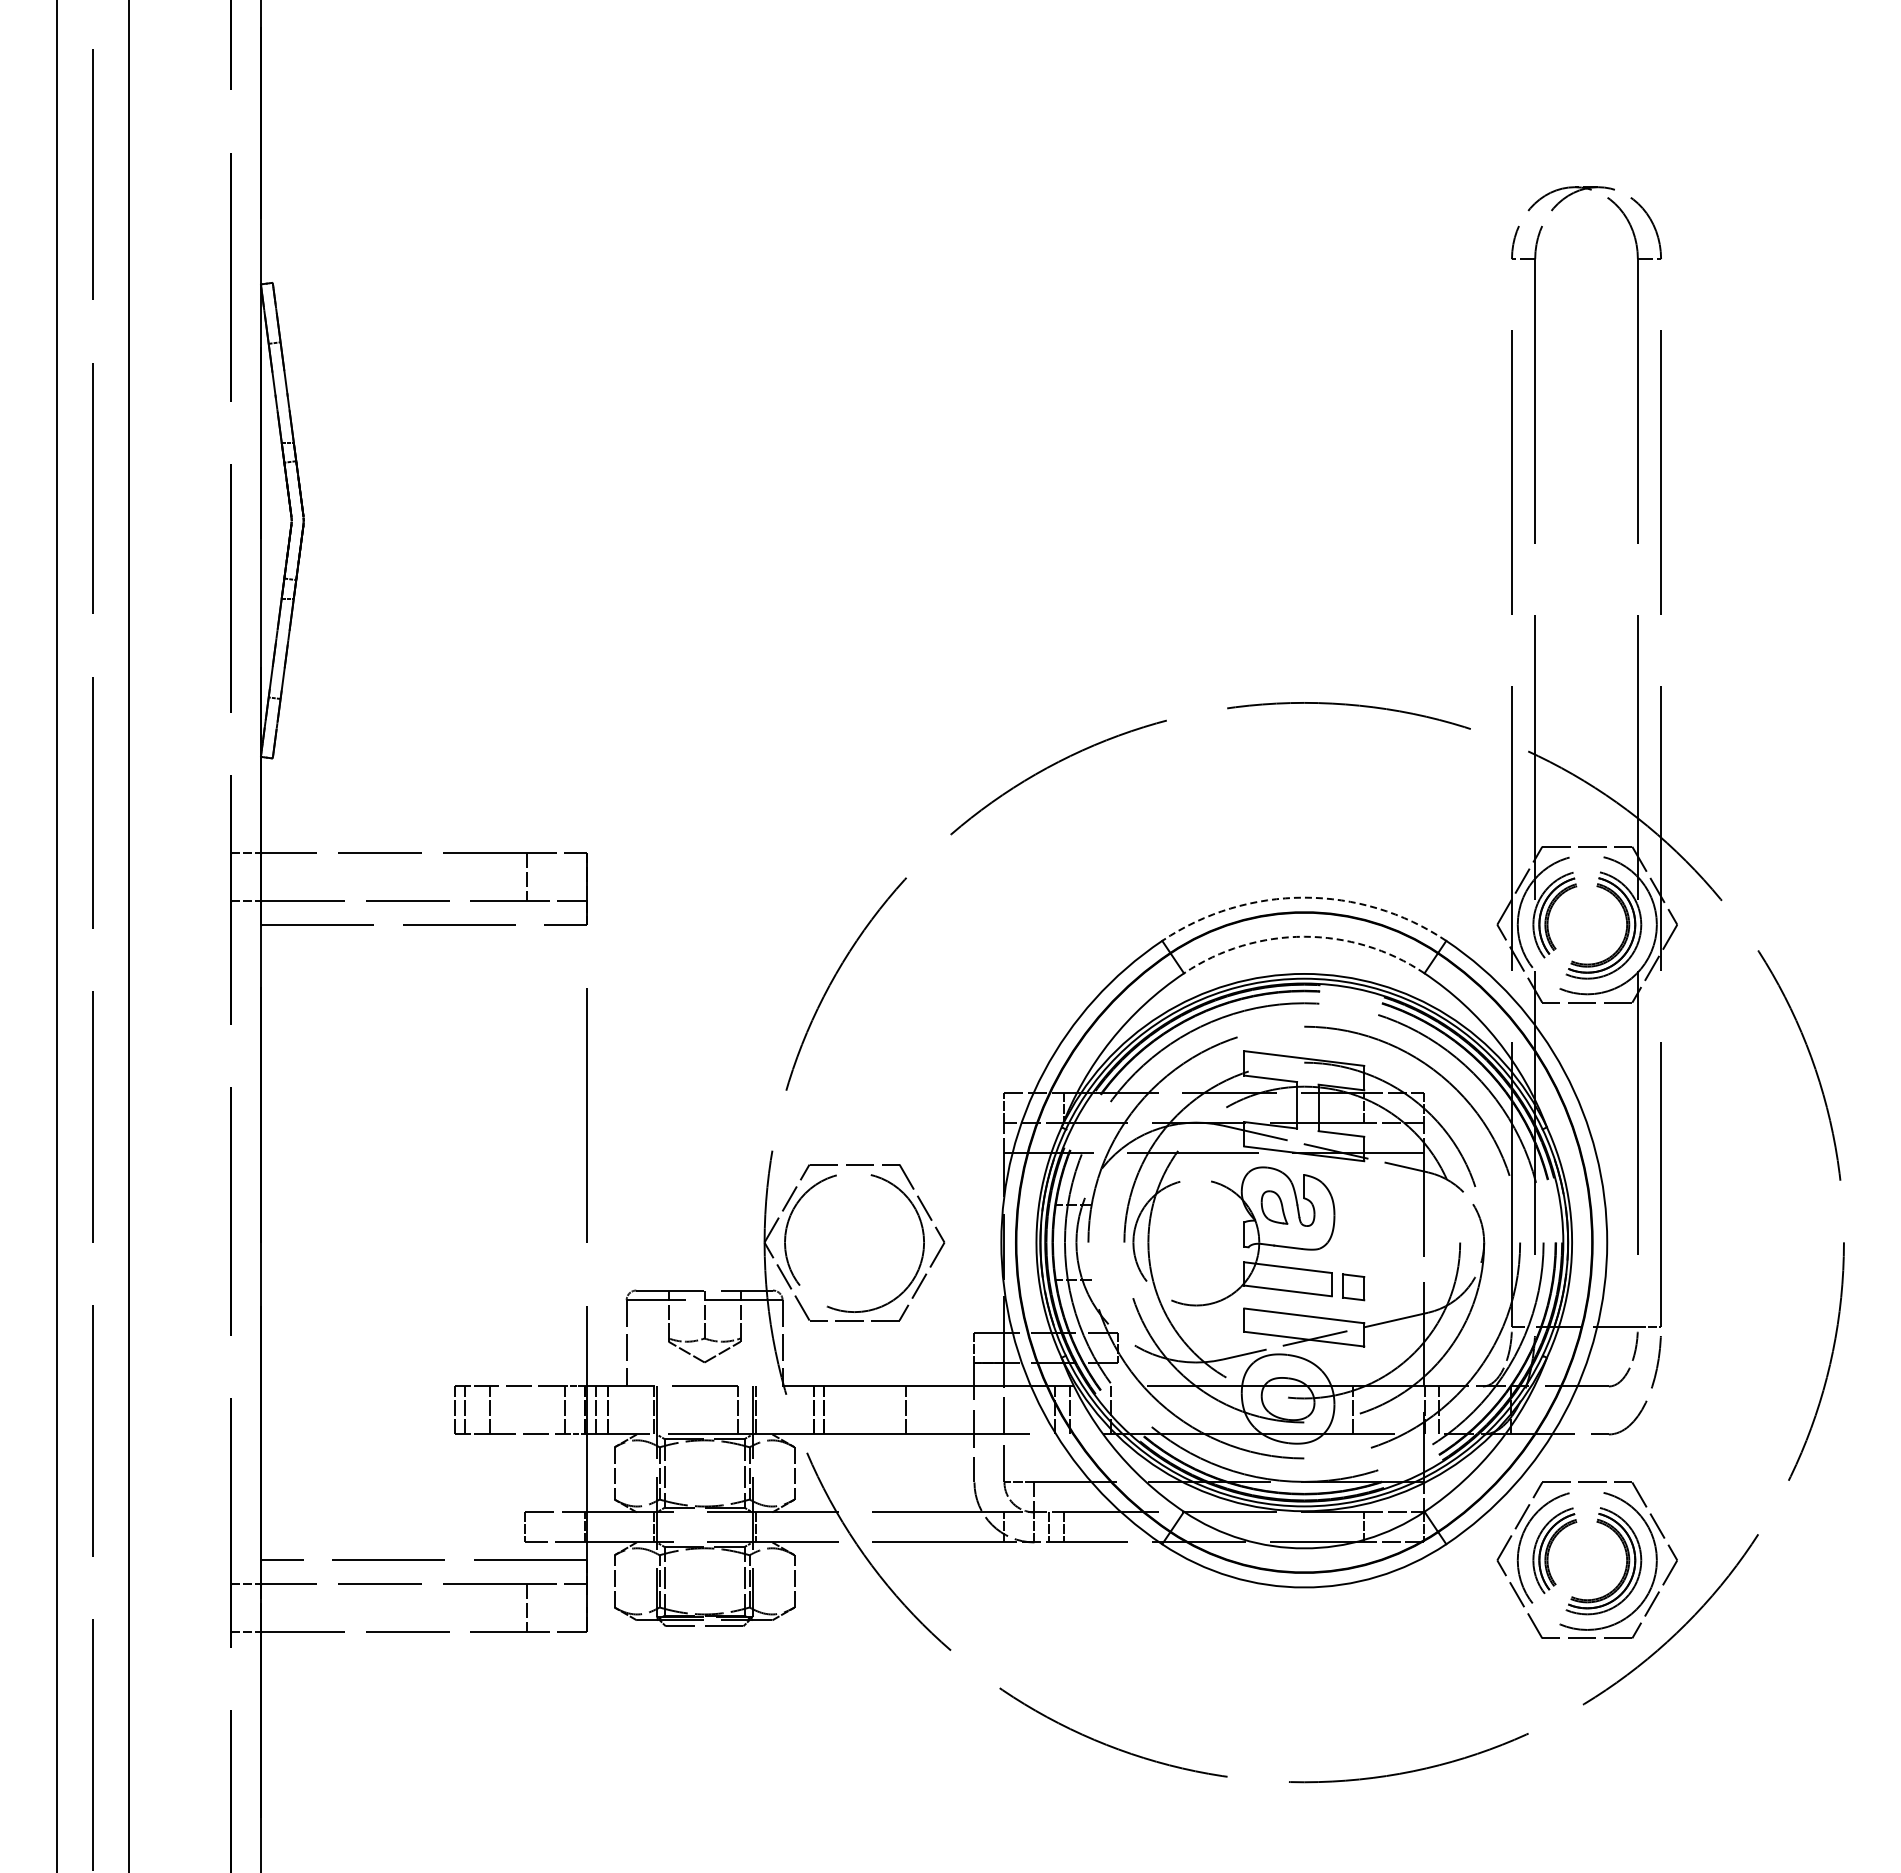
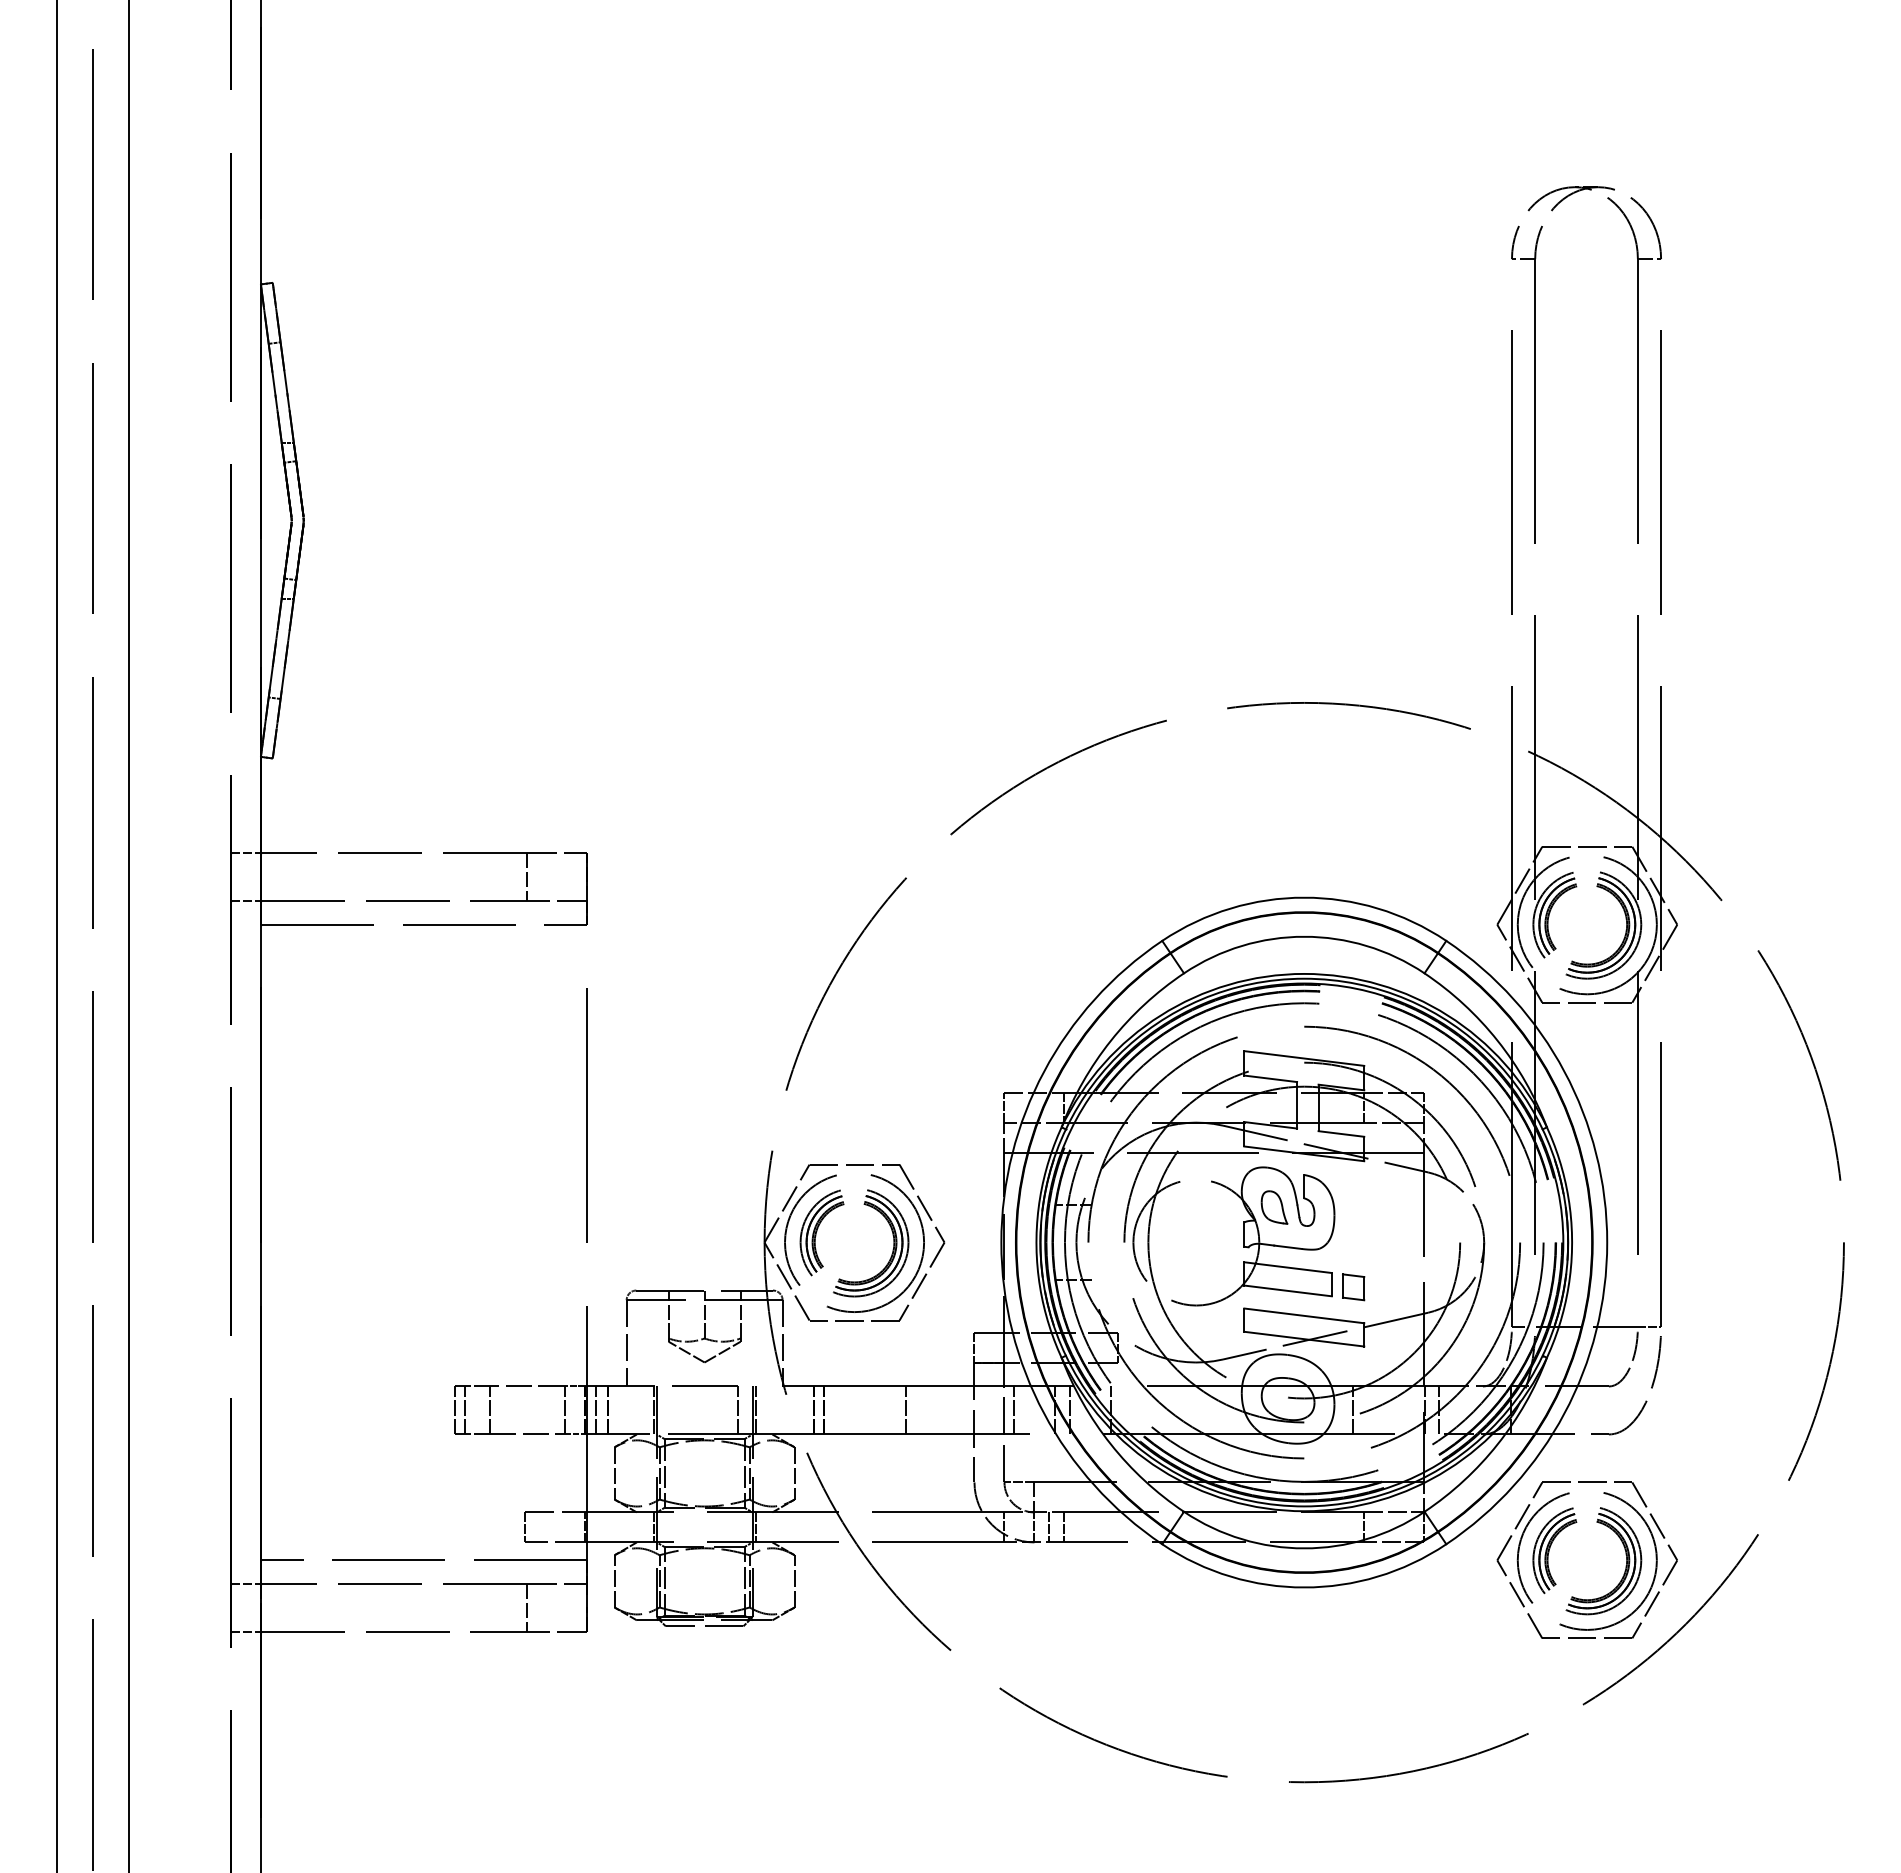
arc at (1304, 897): dashed -> solid
arc at (1304, 936): dashed -> solid
part at (843, 1279): none -> present
line at (1013, 1410): none -> present
